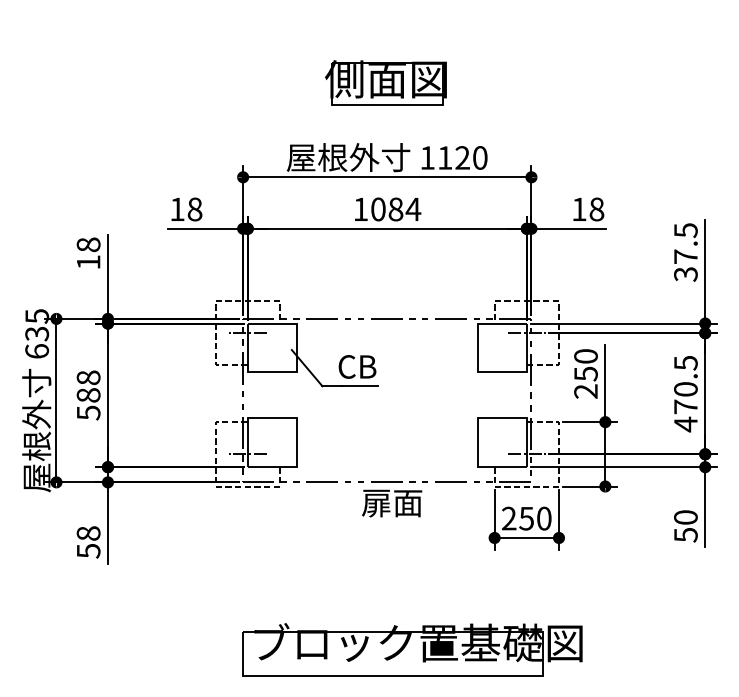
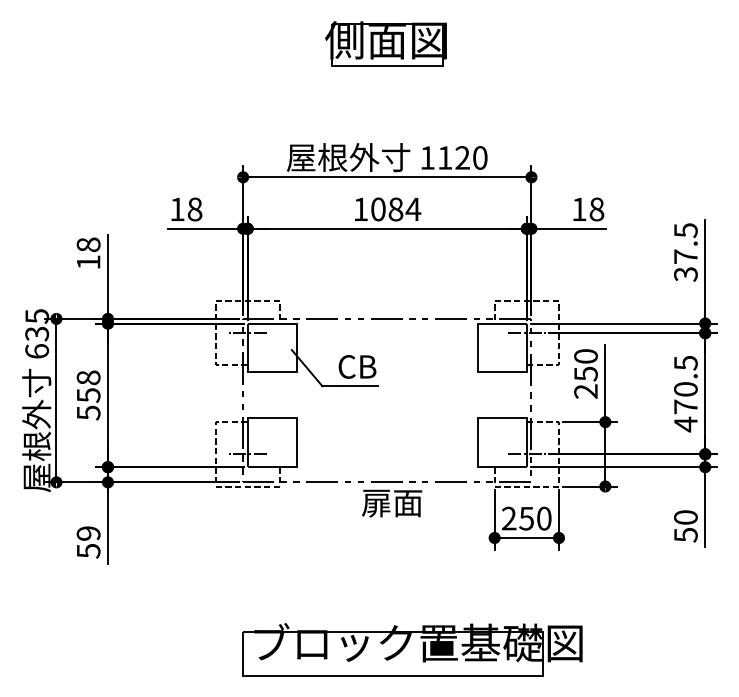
part at (385, 82) position: (385, 82) -> (385, 43)
text at (88, 395): 588 -> 558
text at (88, 533): 58 -> 59
